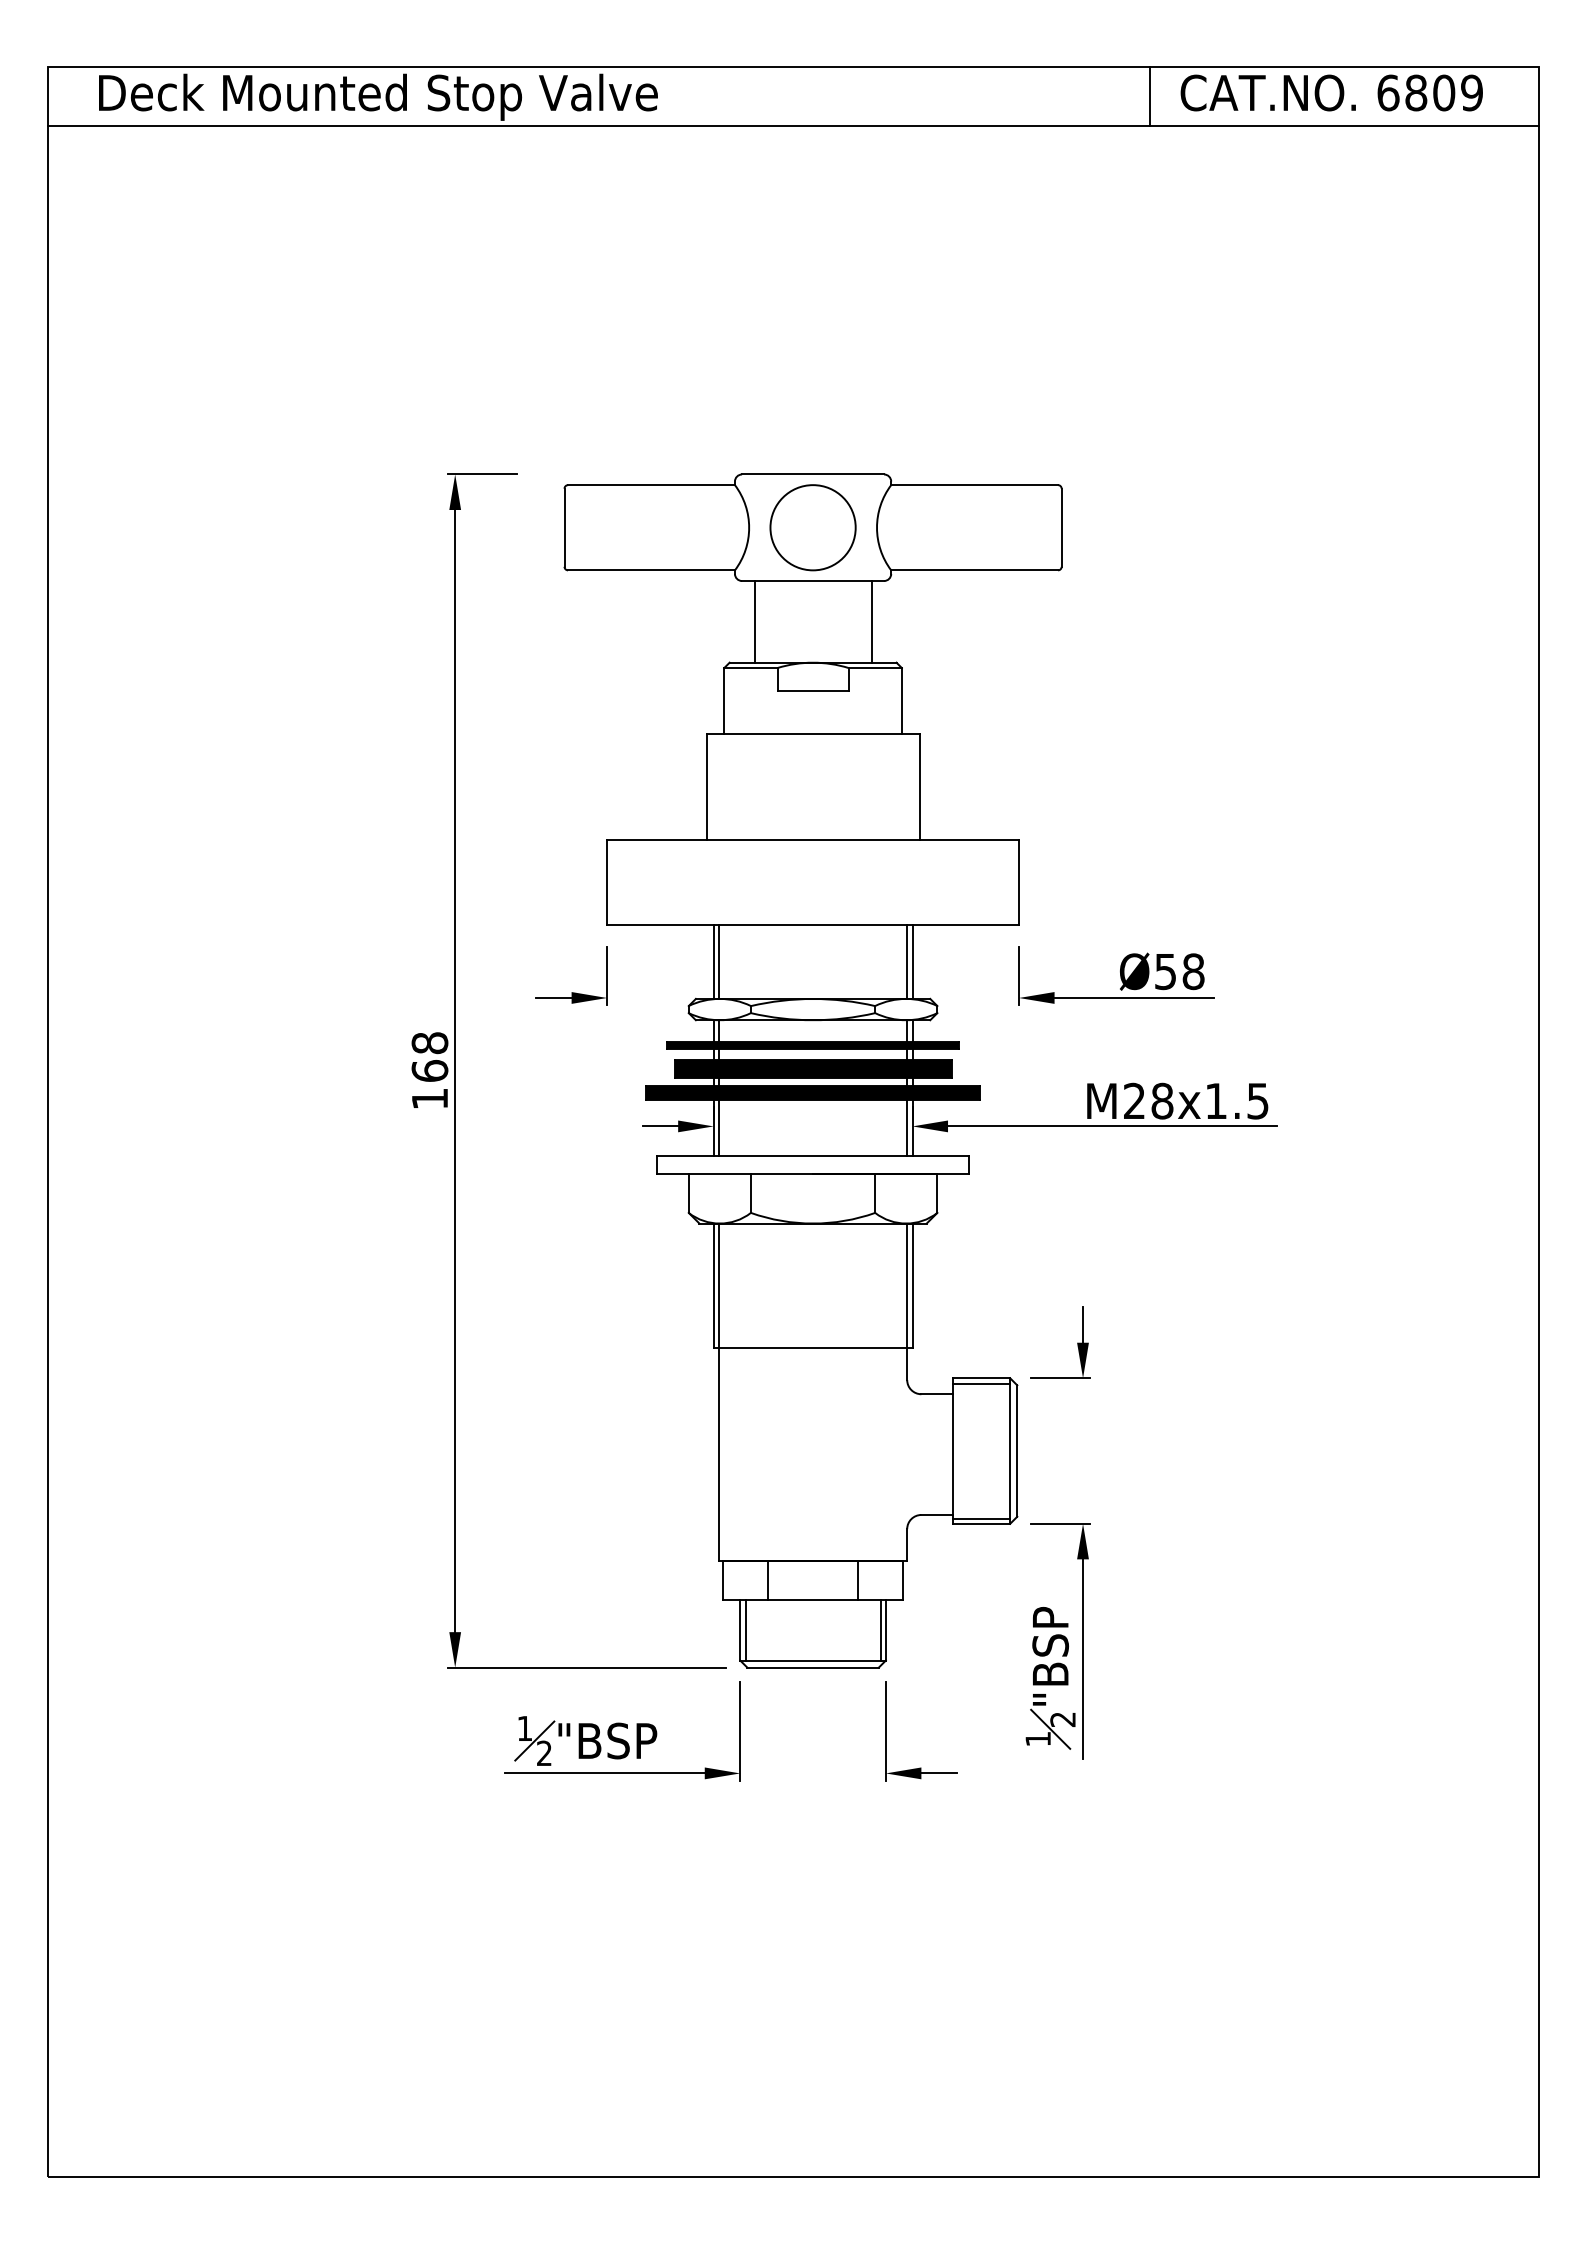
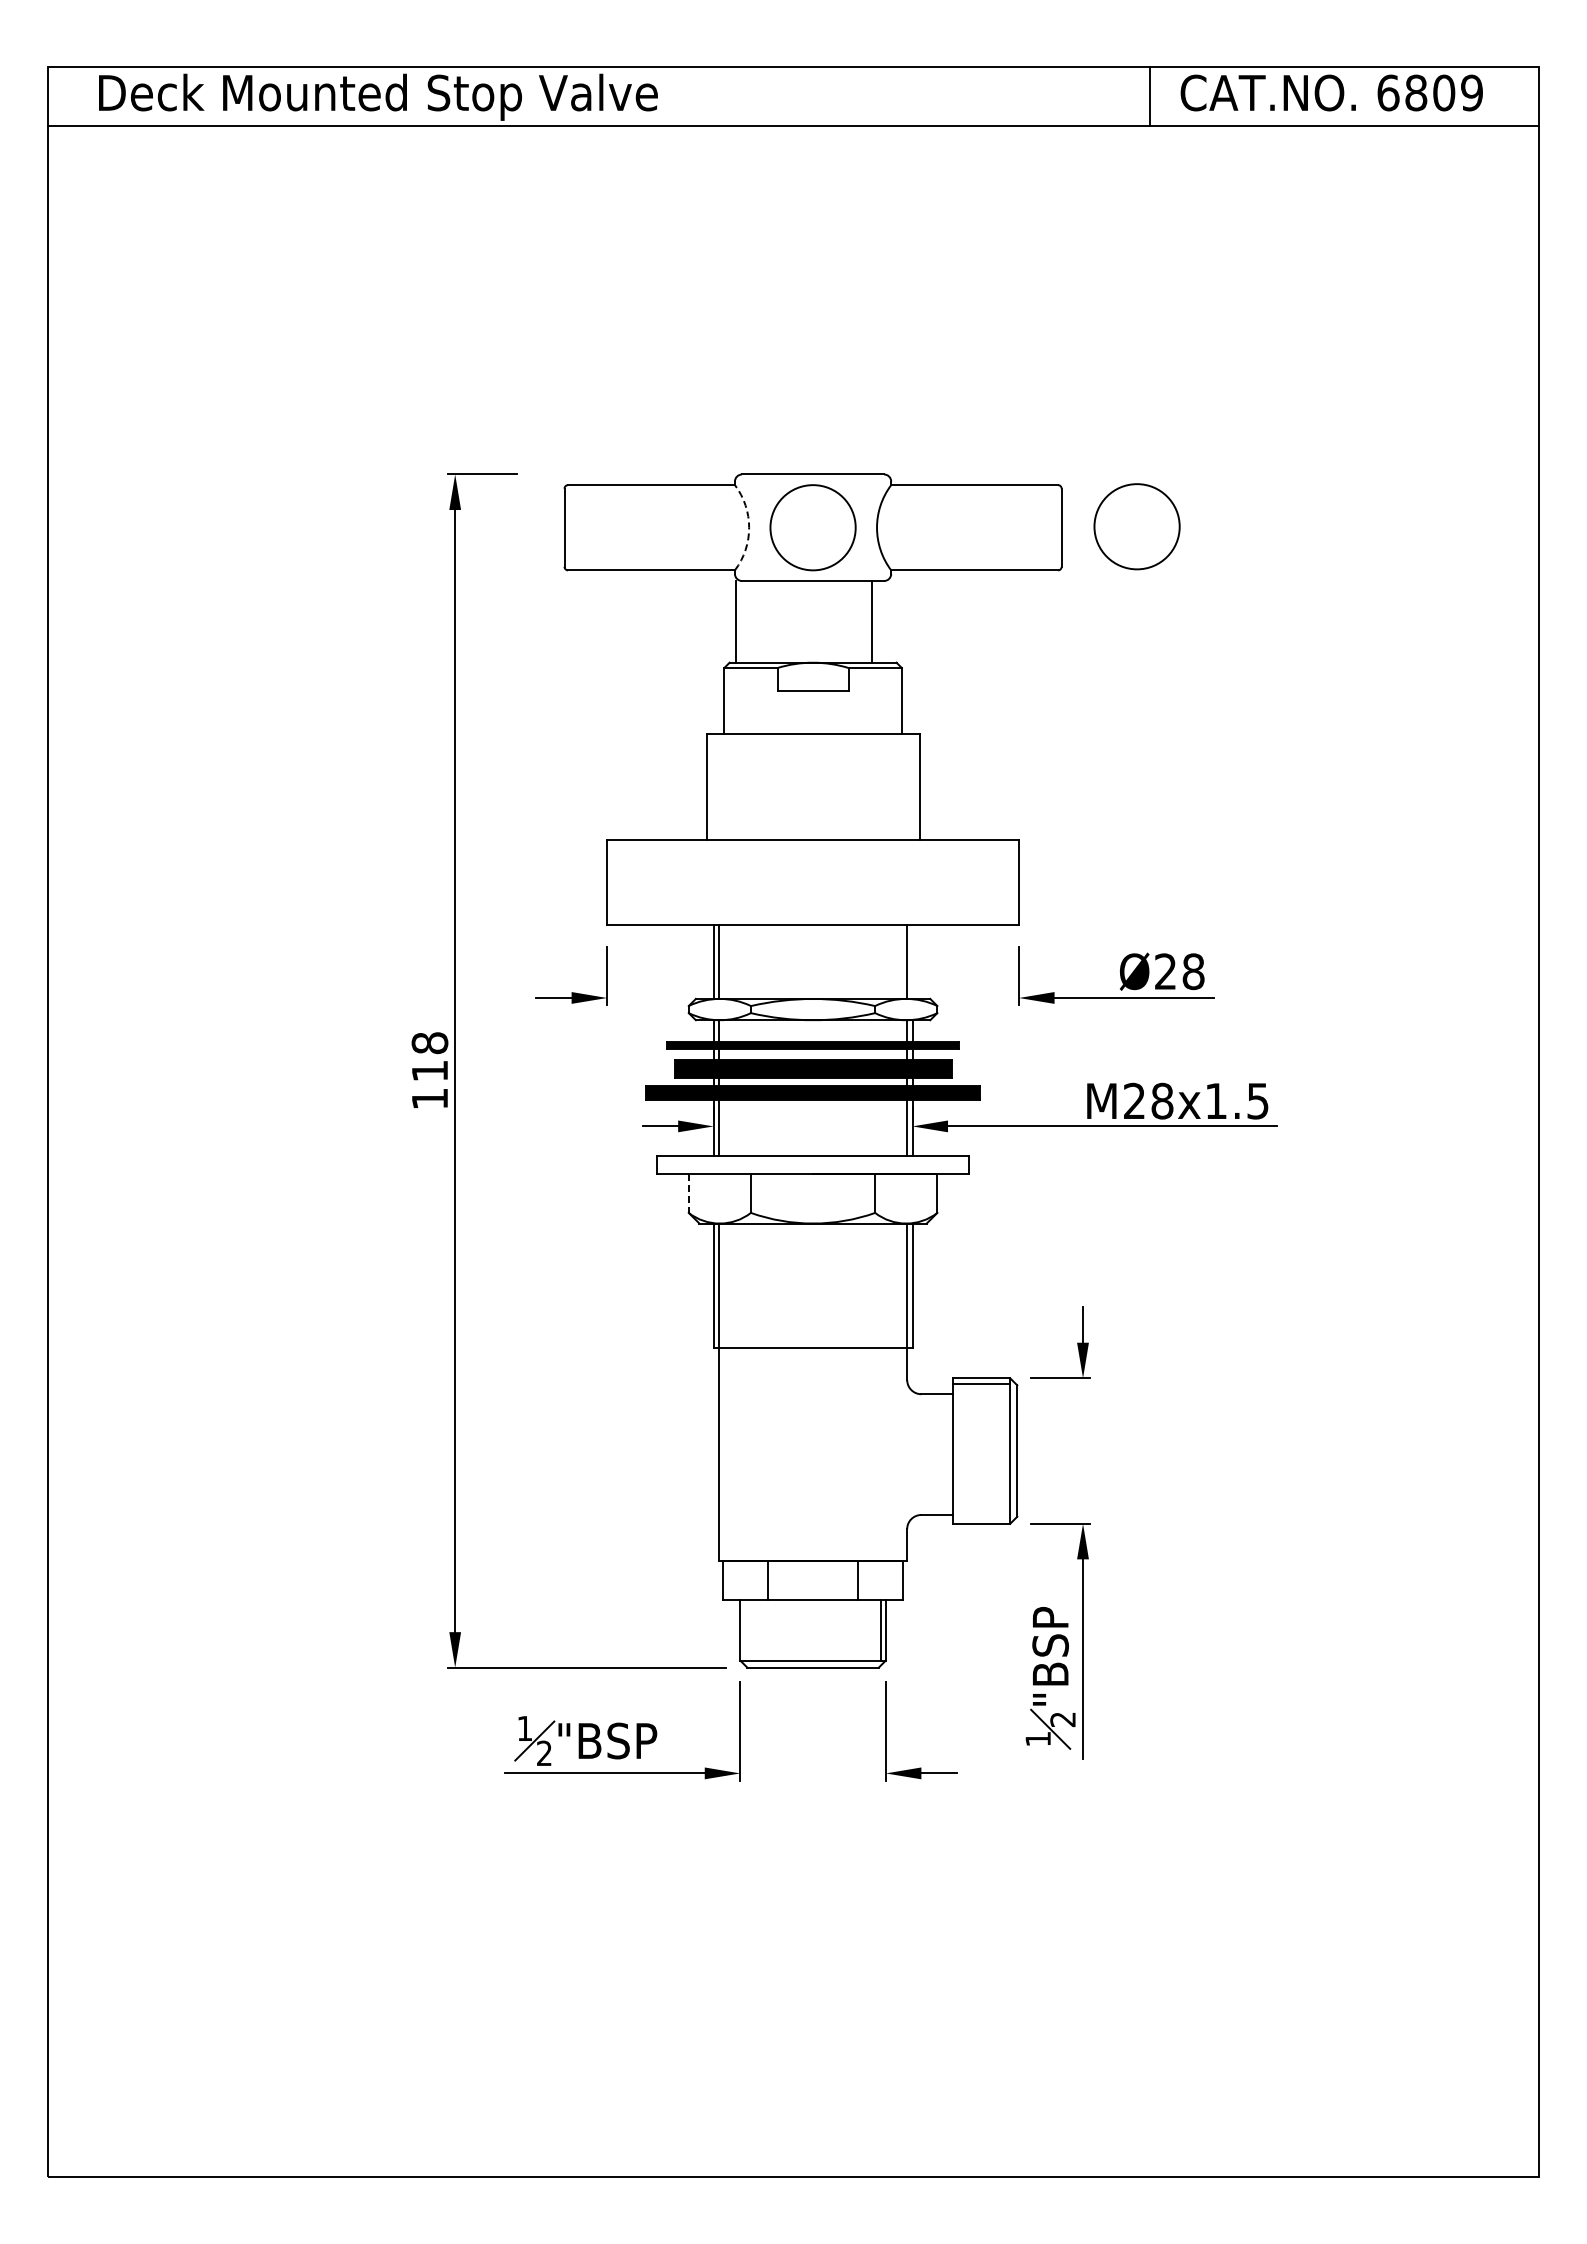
circle at (1136, 526): none -> present
arc at (749, 527): solid -> dashed
line at (754, 621) position: (754, 621) -> (735, 621)
line at (912, 962): present -> none
text at (1165, 971): Ø58 -> Ø28
text at (429, 1070): 168 -> 118
line at (688, 1193): solid -> dashed
line at (981, 1518): present -> none
line at (745, 1630): present -> none
